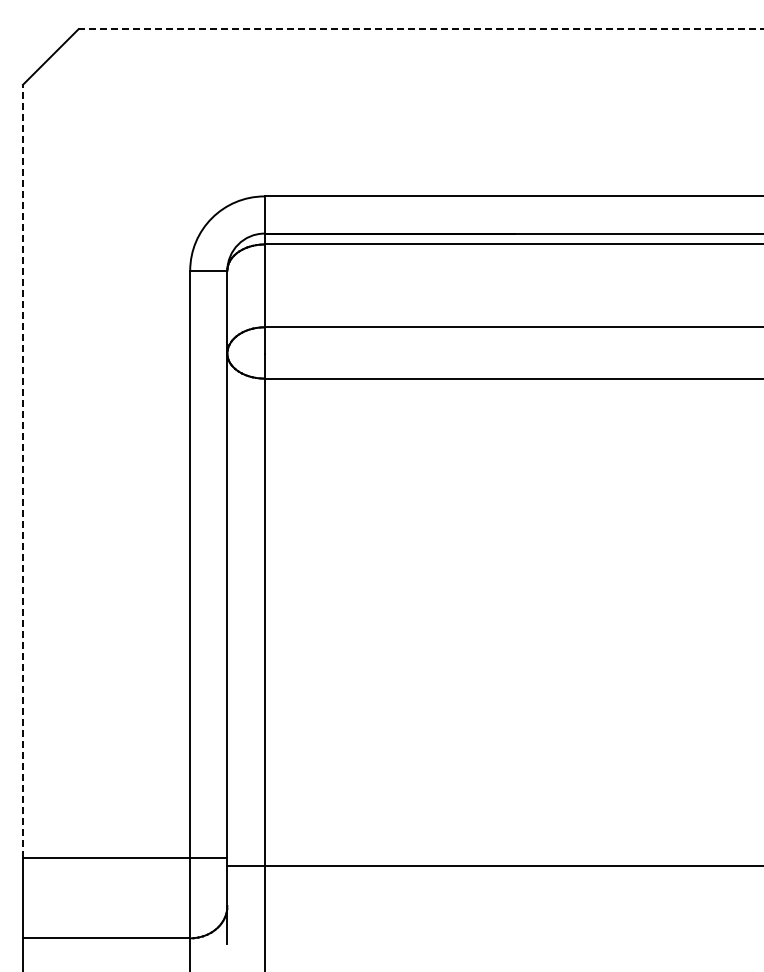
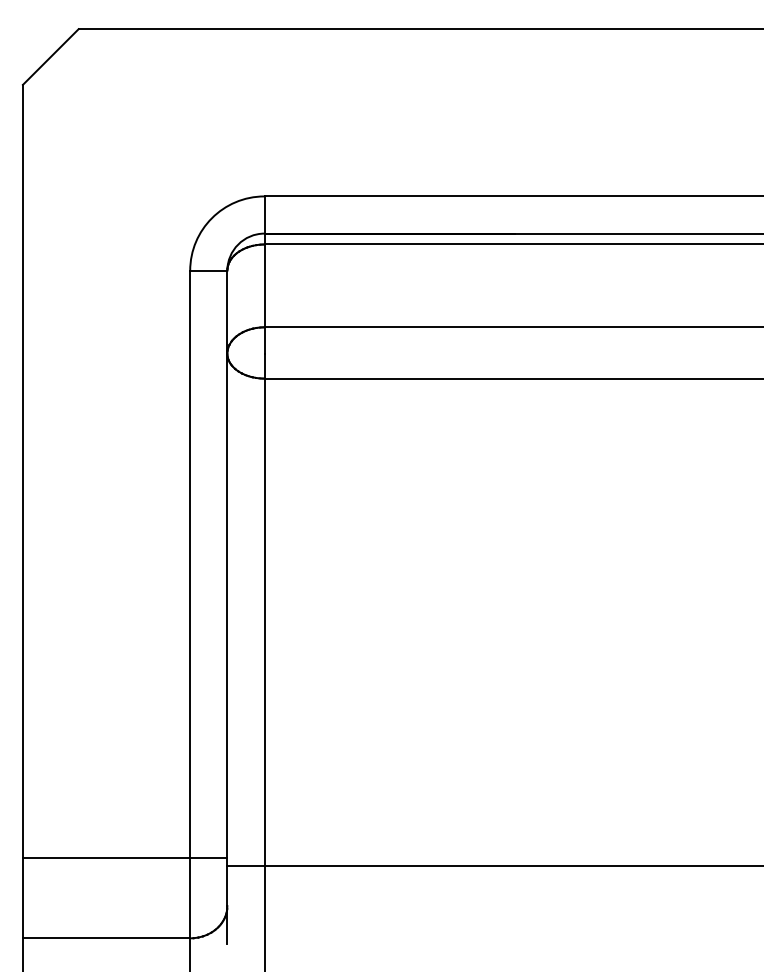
line at (420, 29): dashed -> solid
line at (22, 470): dashed -> solid
